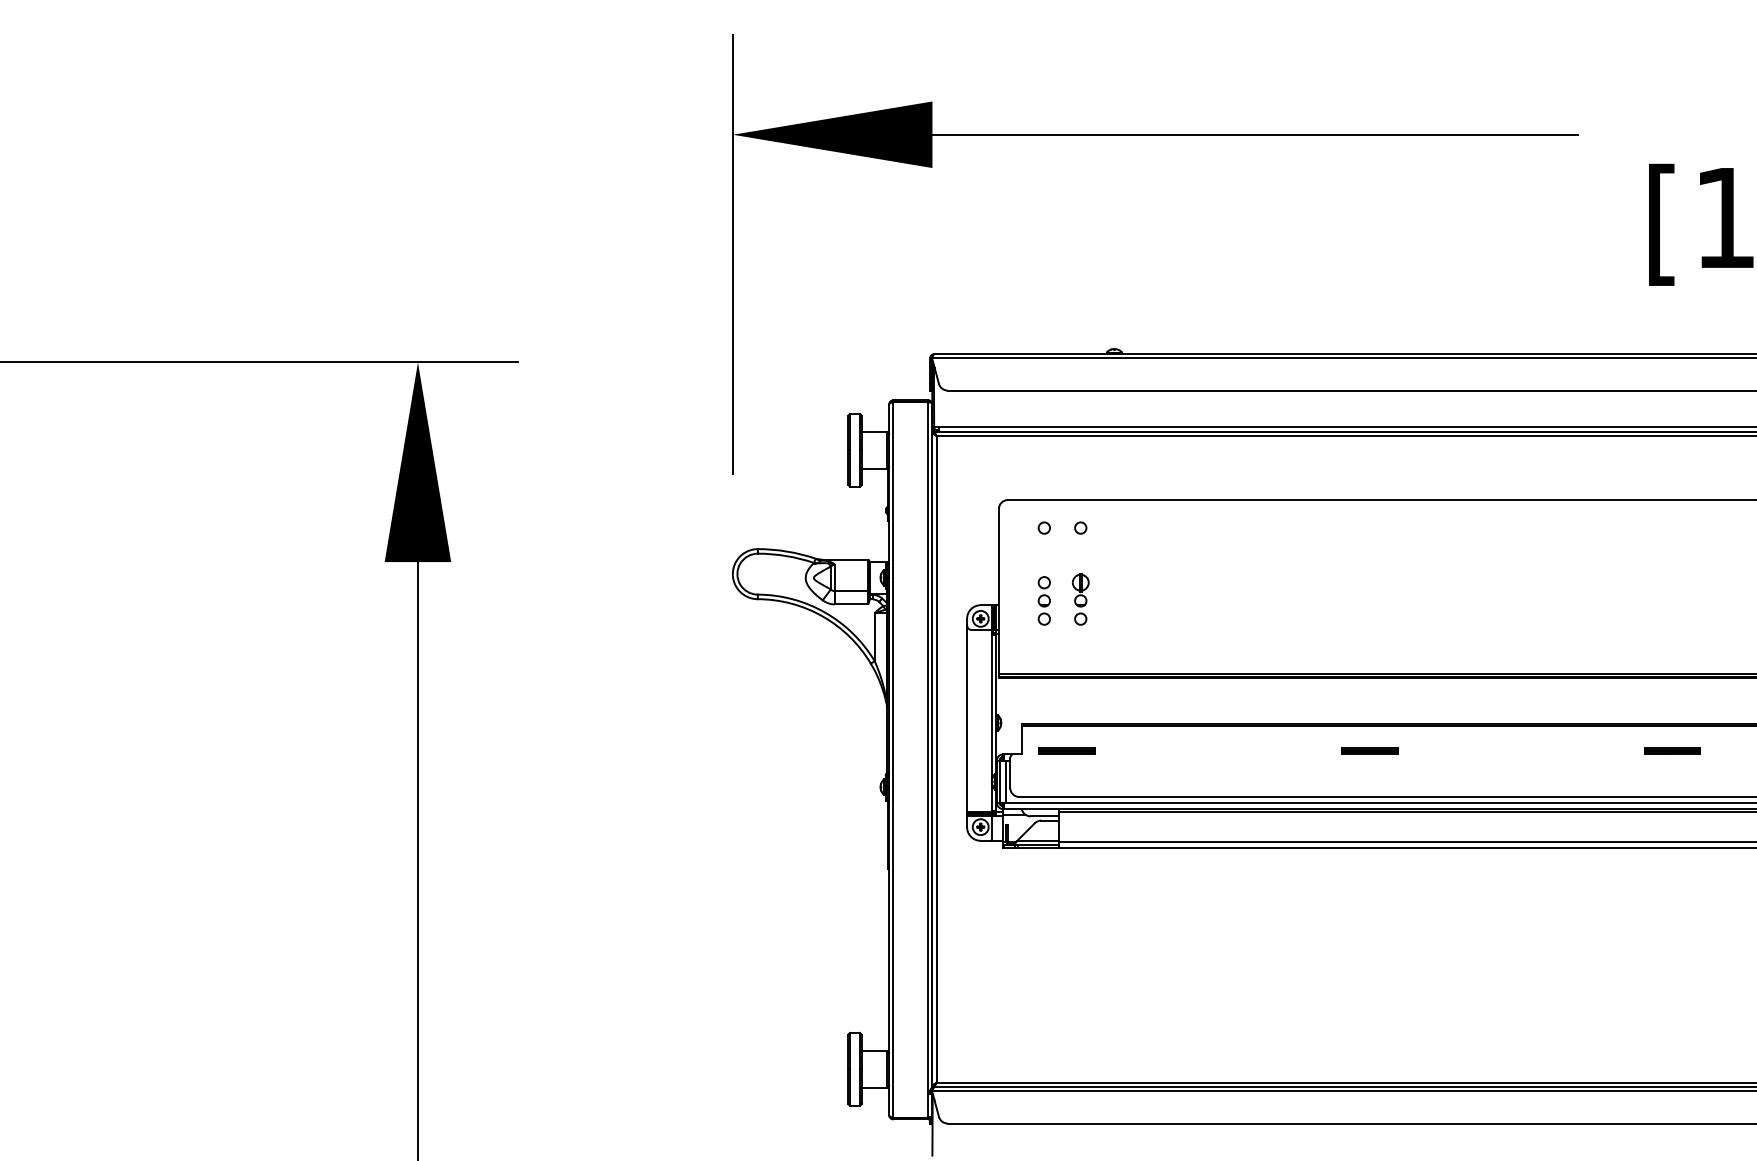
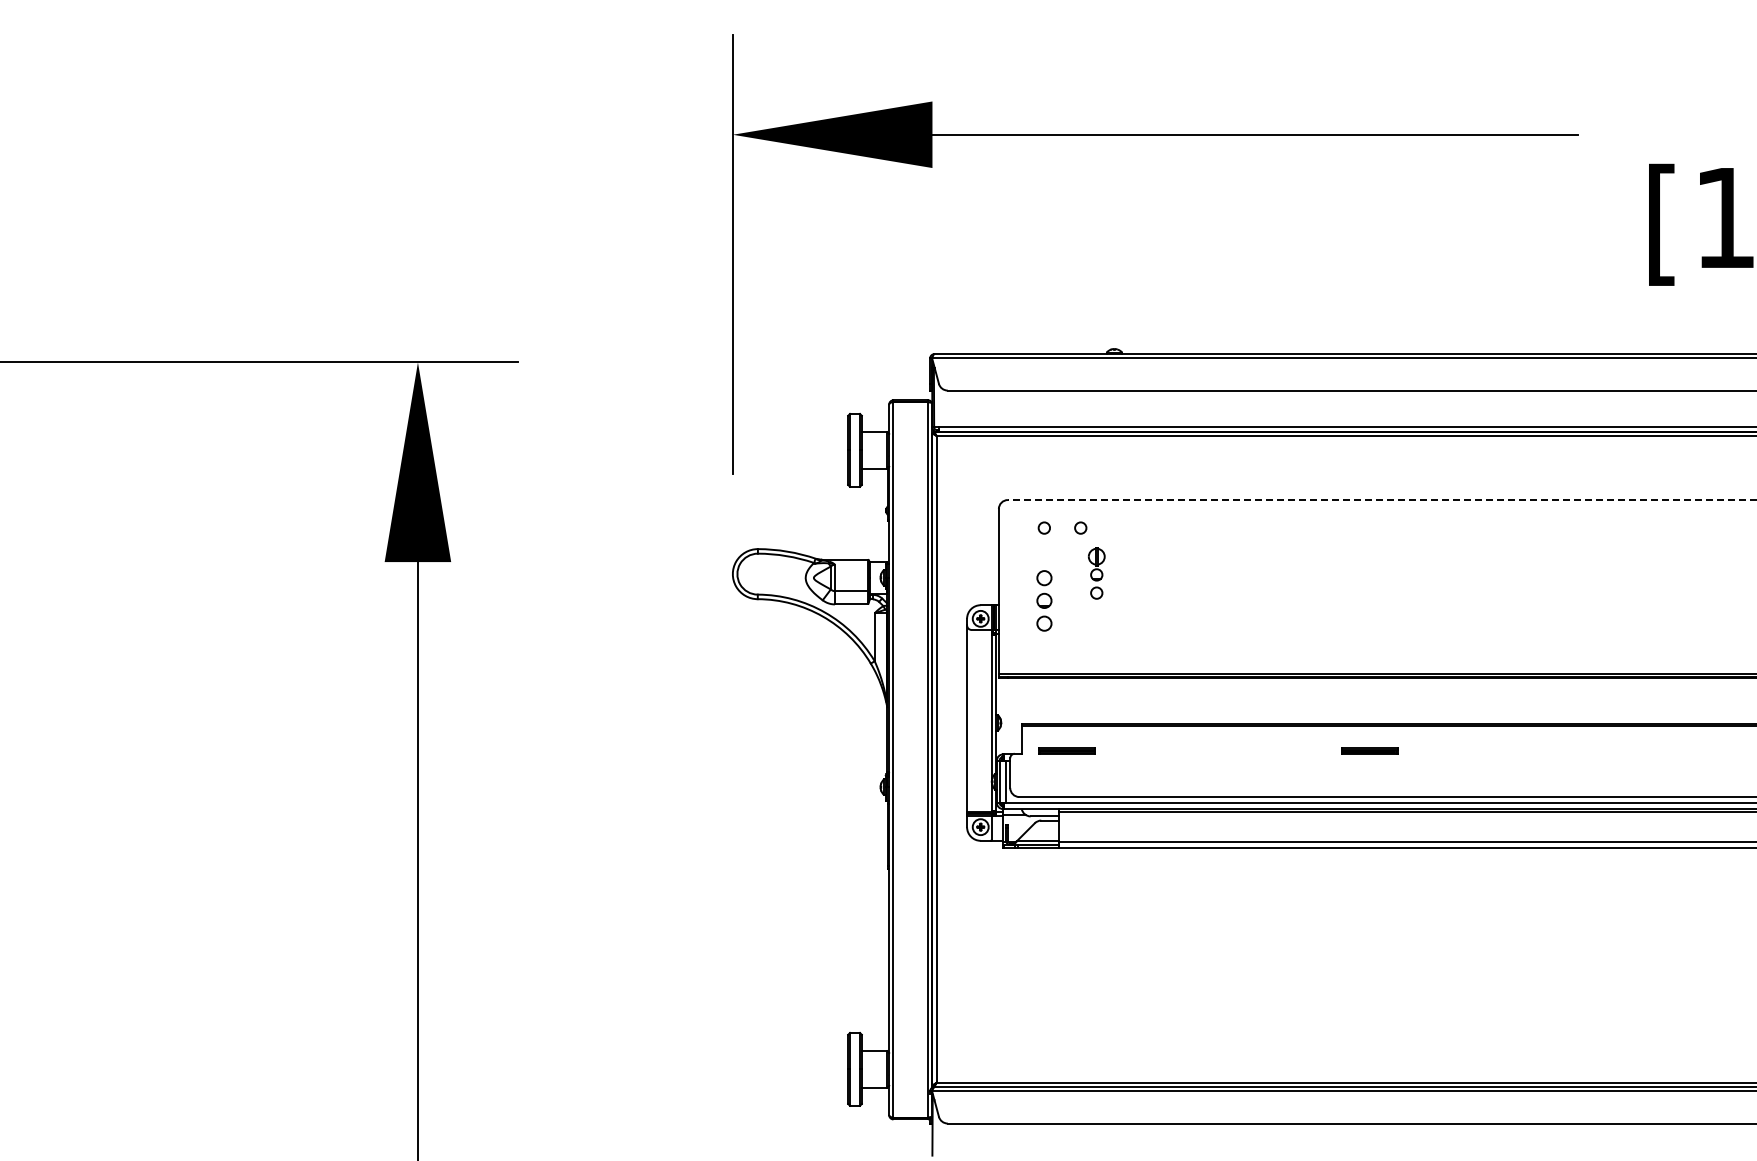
line at (1381, 500): solid -> dashed
part at (1080, 599) position: (1080, 599) -> (1096, 573)
part at (1043, 600) size: 14x50 px -> 17x62 px
part at (1672, 750): present -> none
